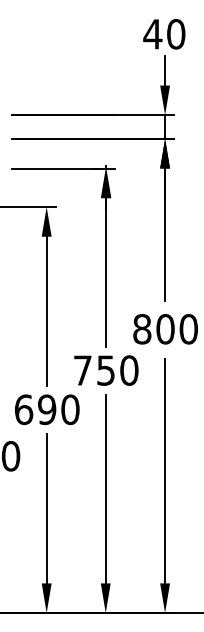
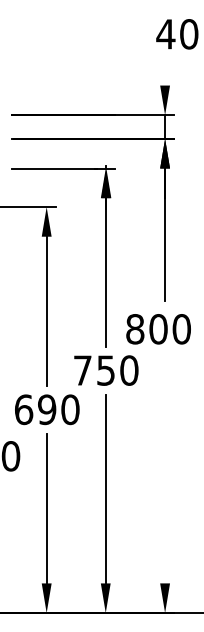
text at (164, 34) position: (164, 34) -> (177, 34)
line at (165, 70): present -> none
text at (165, 329) position: (165, 329) -> (158, 329)
line at (165, 471): present -> none
